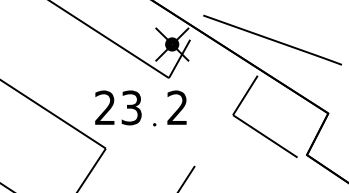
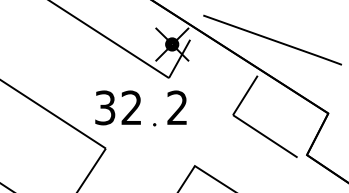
text at (118, 107): 23 -> 32
line at (213, 177): none -> present
